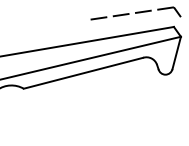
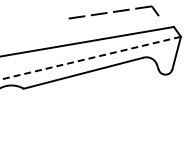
part at (135, 13) position: (135, 13) -> (113, 12)
line at (90, 58): solid -> dashed
